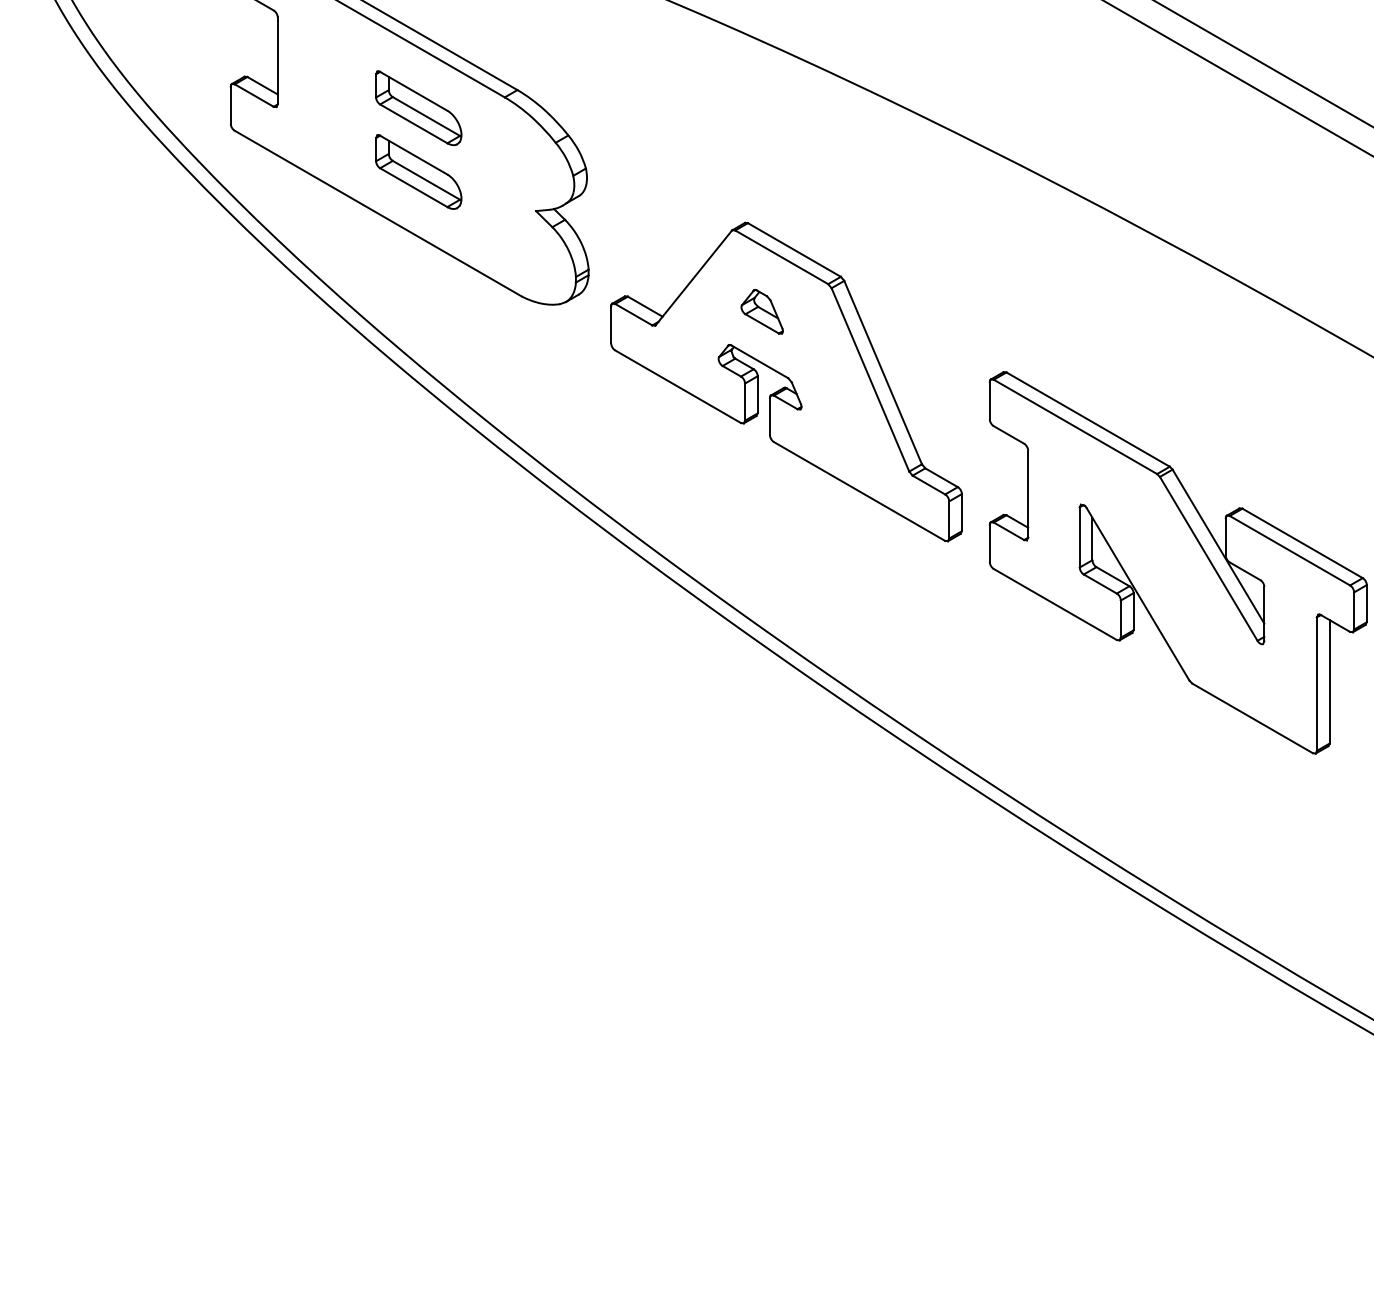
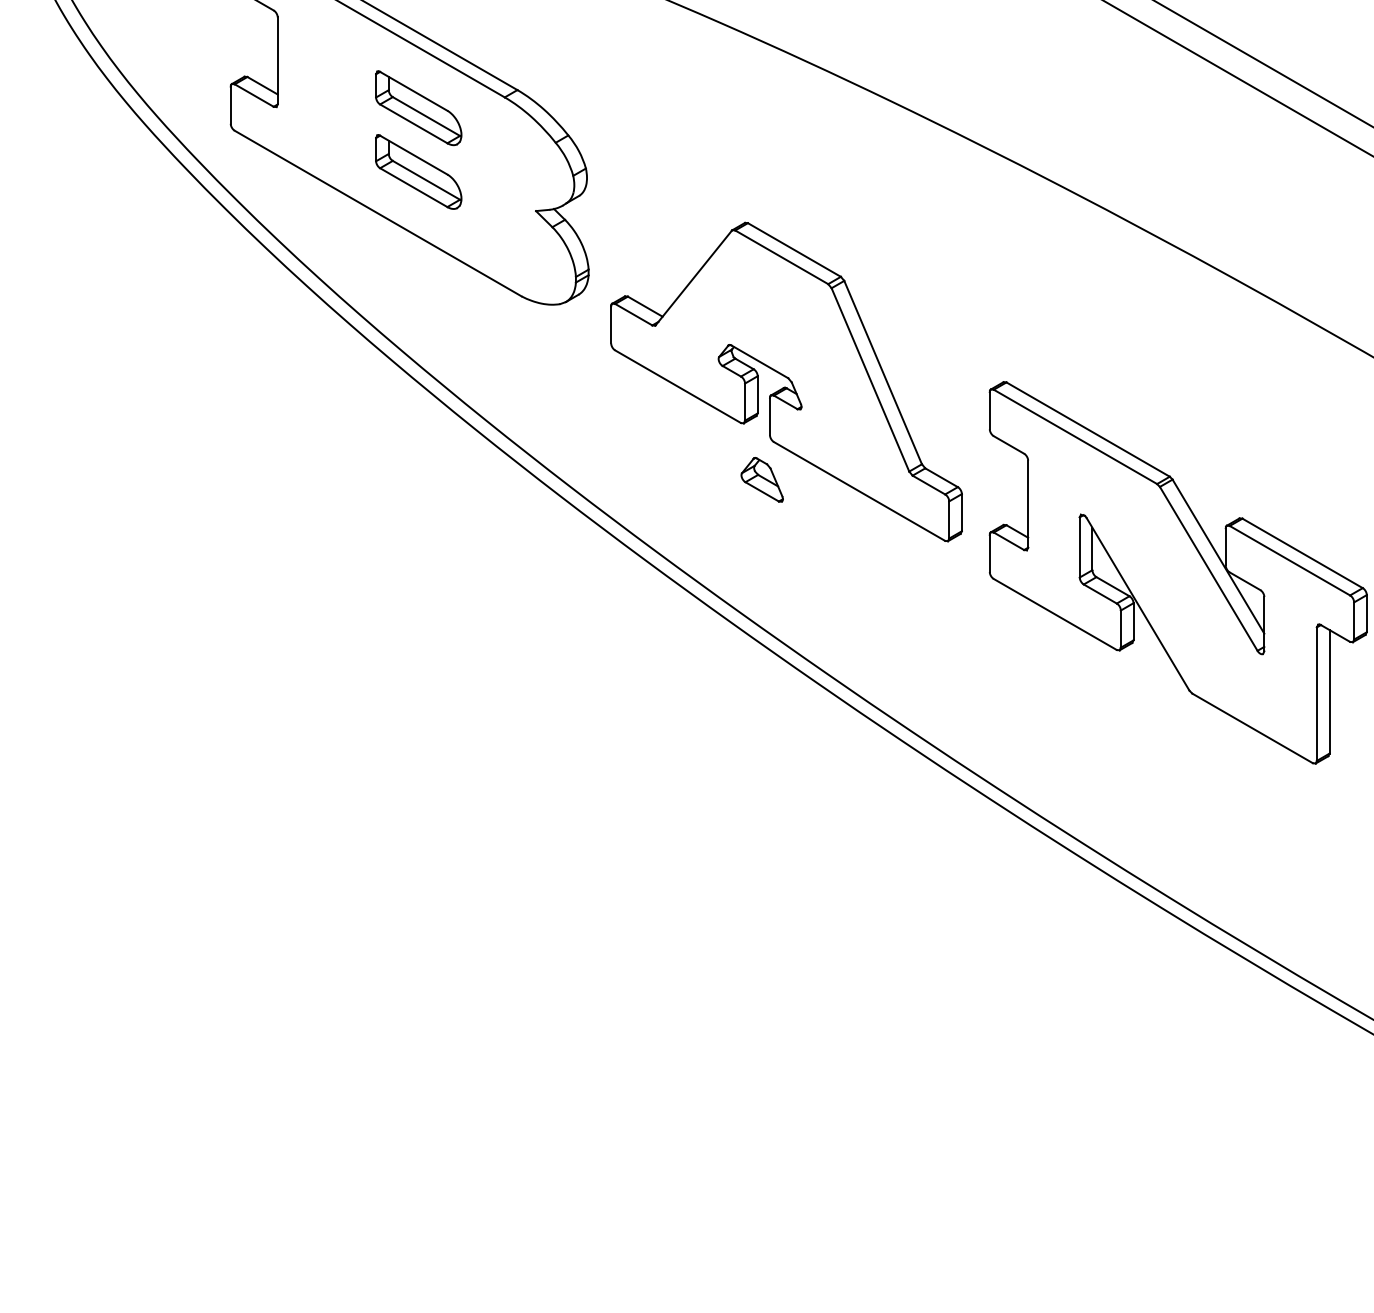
part at (761, 311) position: (761, 311) -> (761, 479)
part at (1177, 562) position: (1177, 562) -> (1177, 572)
